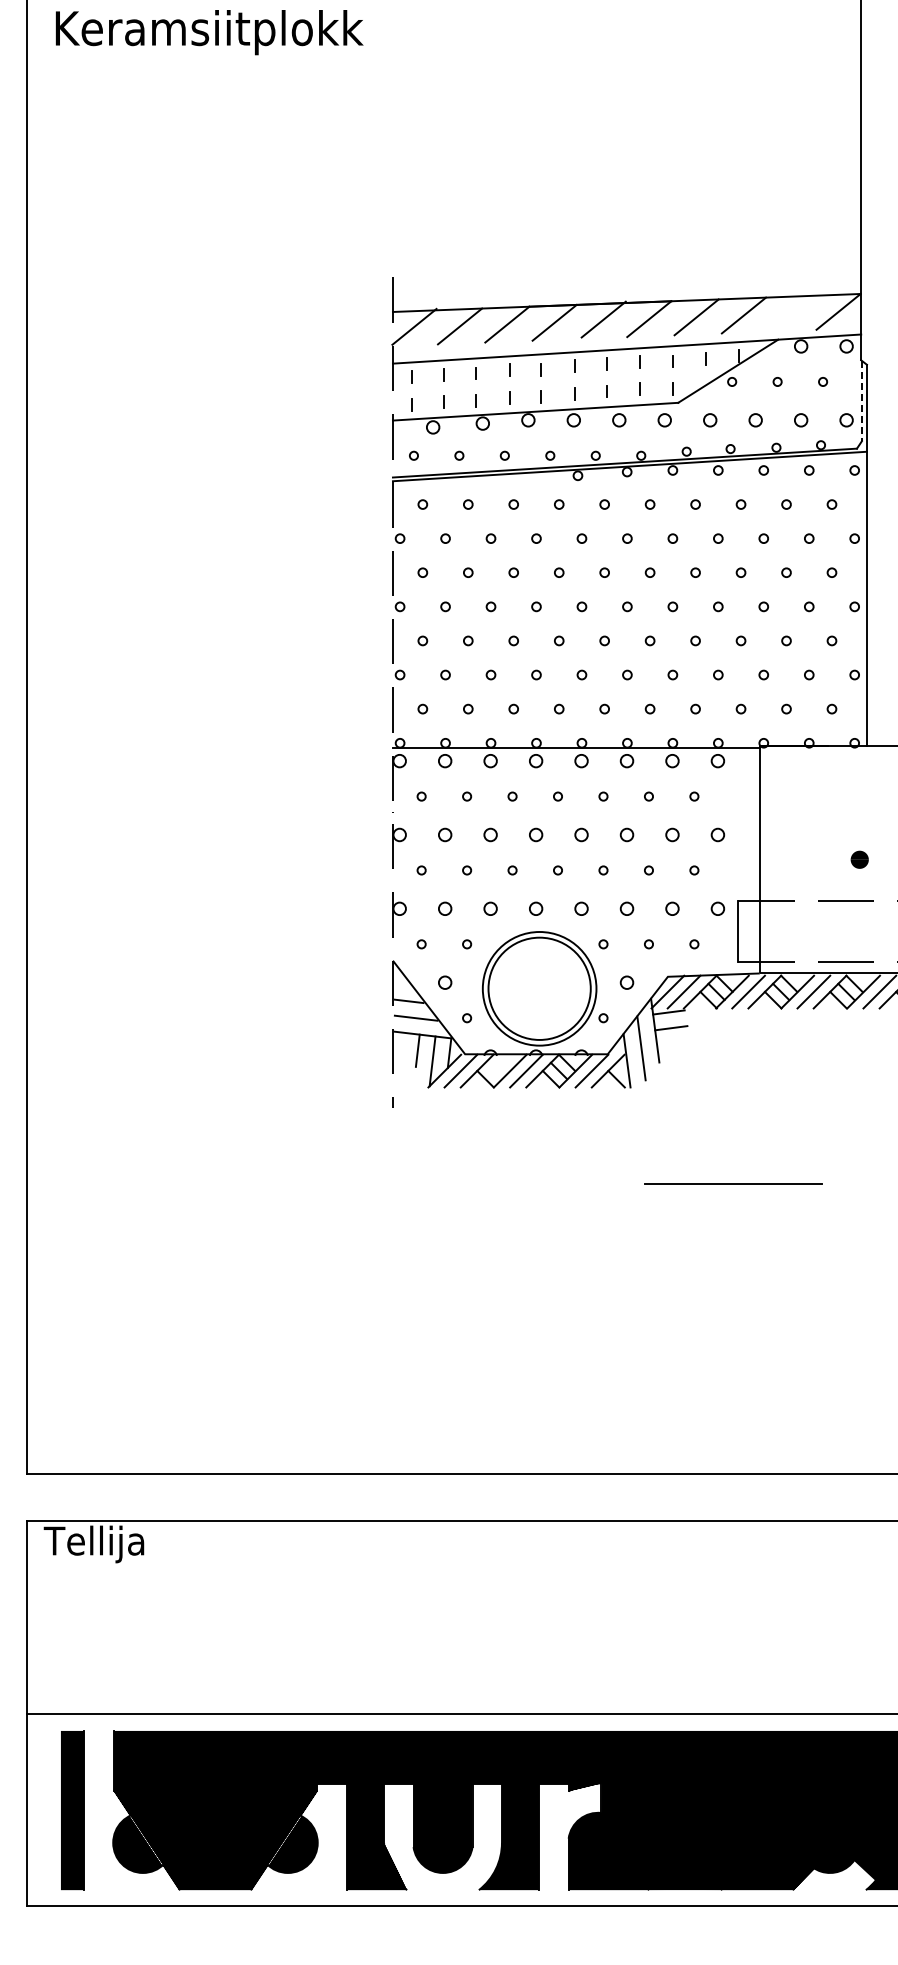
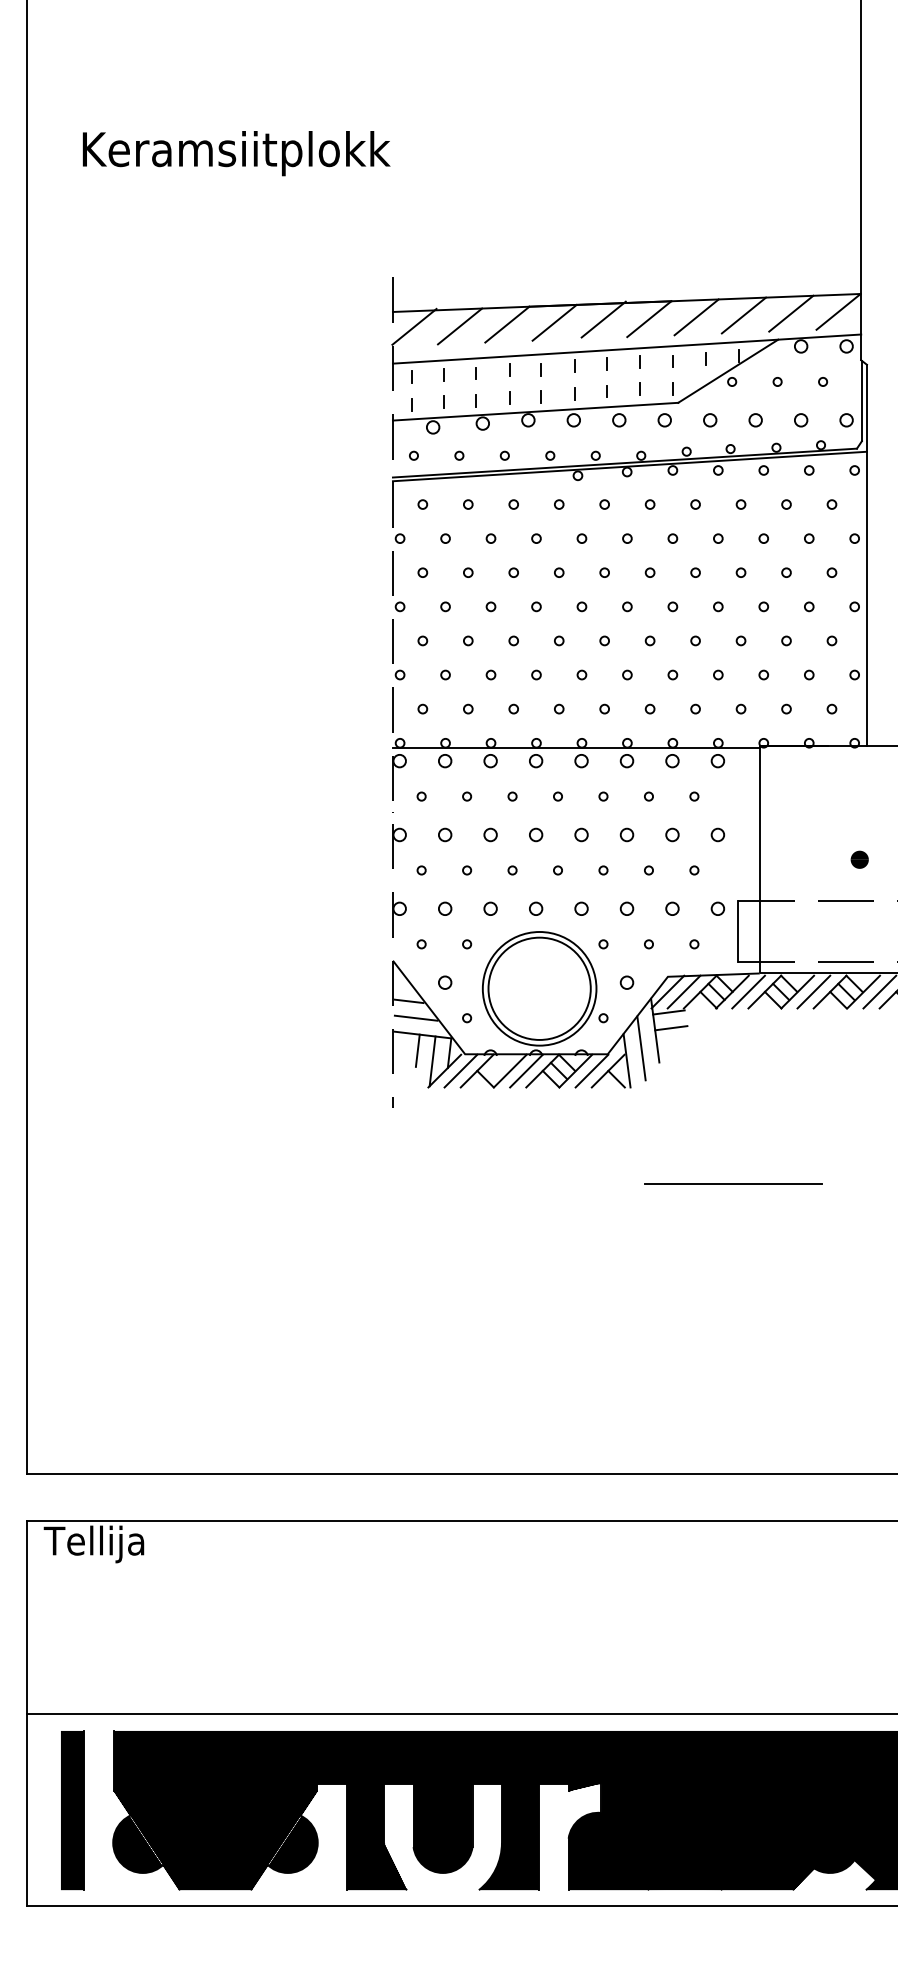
text at (209, 32) position: (209, 32) -> (236, 153)
line at (791, 313): none -> present
line at (861, 401): dashed -> solid
